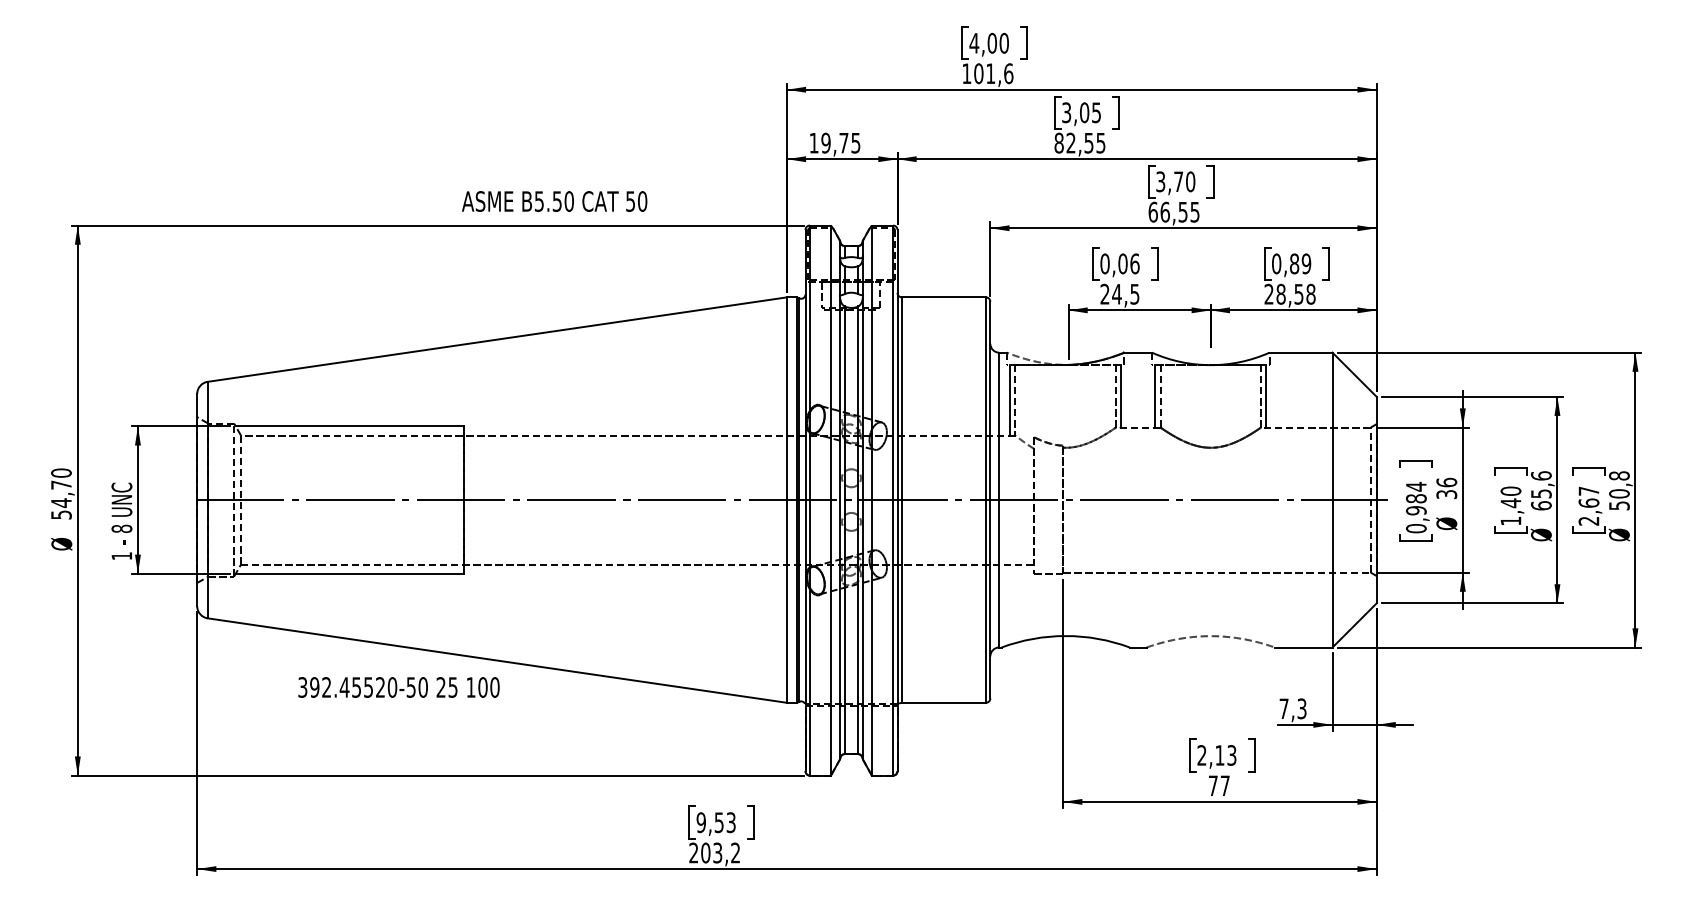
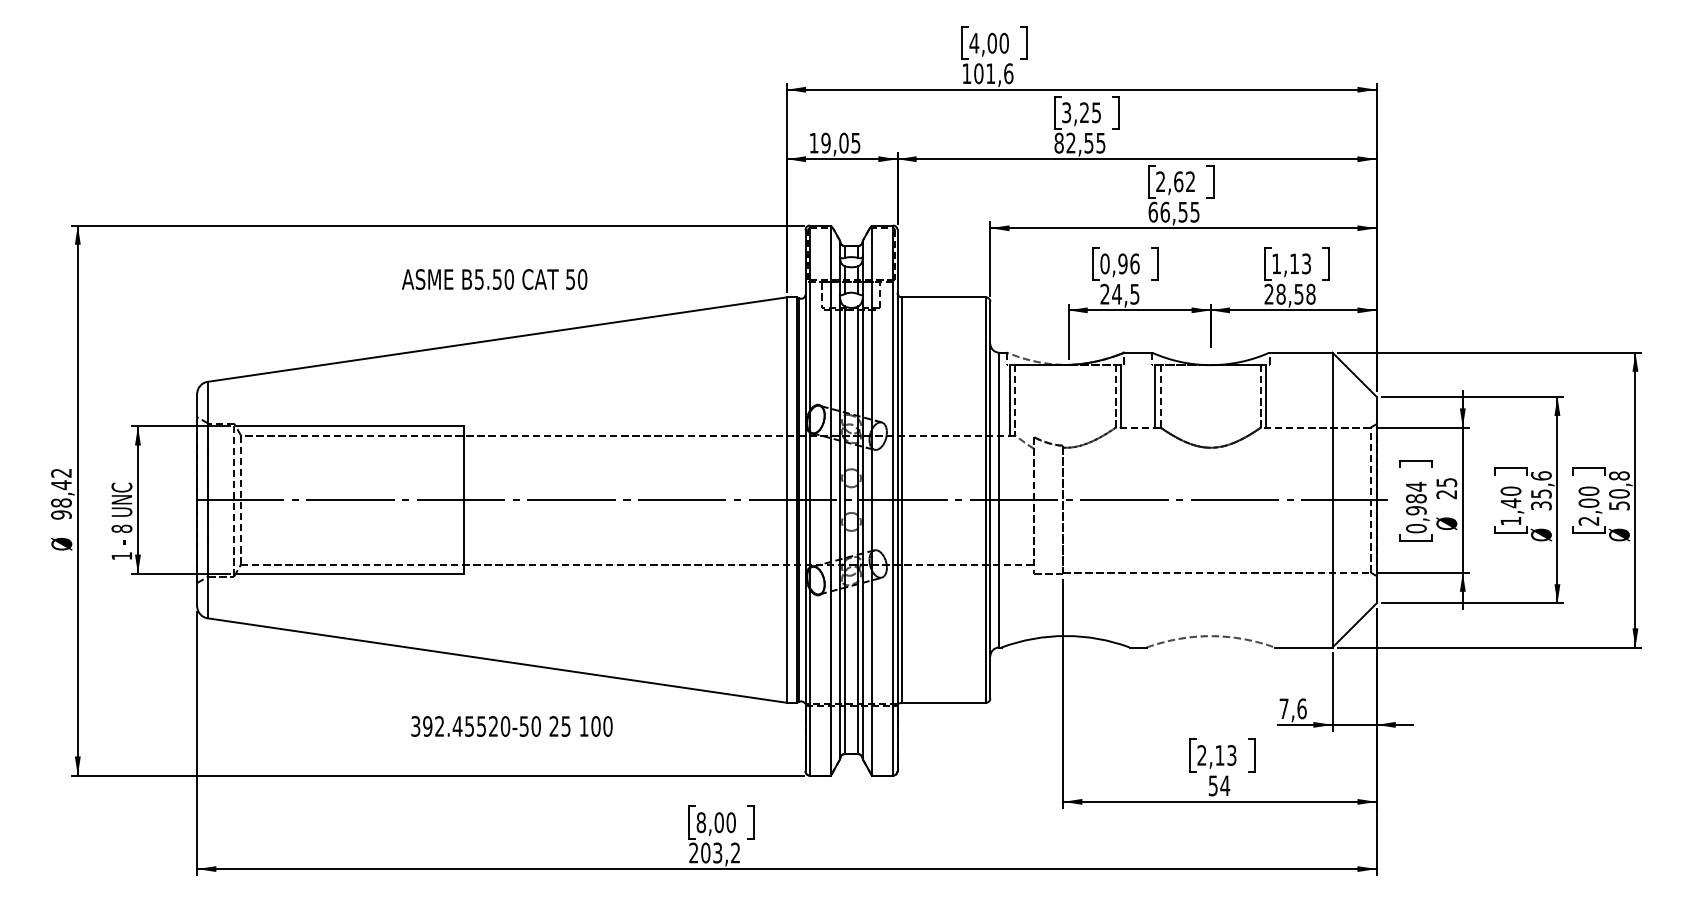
text at (1084, 112): 3,05 -> 3,25
text at (843, 142): 19,75 -> 19,05
text at (1175, 181): 3,70 -> 2,62
text at (554, 201) position: (554, 201) -> (494, 279)
text at (1122, 263): 0,06 -> 0,96
text at (1291, 263): 0,89 -> 1,13
text at (1446, 488): 36 -> 25
text at (61, 493): 54,70 -> 98,42
text at (1588, 496): 2,67 -> 2,00
text at (1541, 505): 65,6 -> 35,6
text at (398, 687) position: (398, 687) -> (511, 726)
text at (1301, 708): 7,3 -> 7,6
text at (1219, 785): 77 -> 54
text at (715, 822): 9,53 -> 8,00
